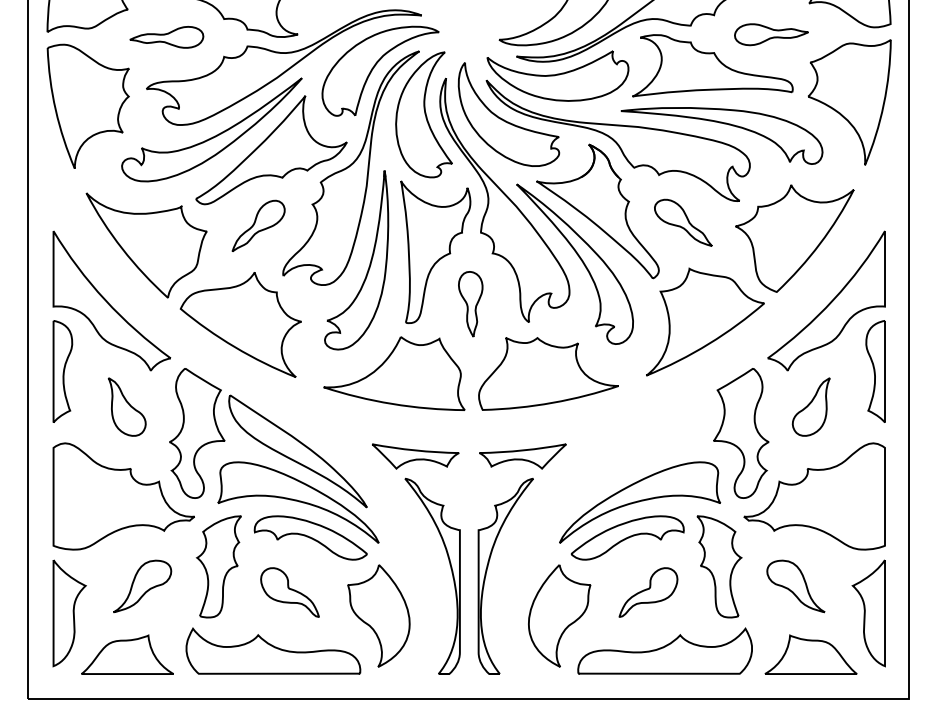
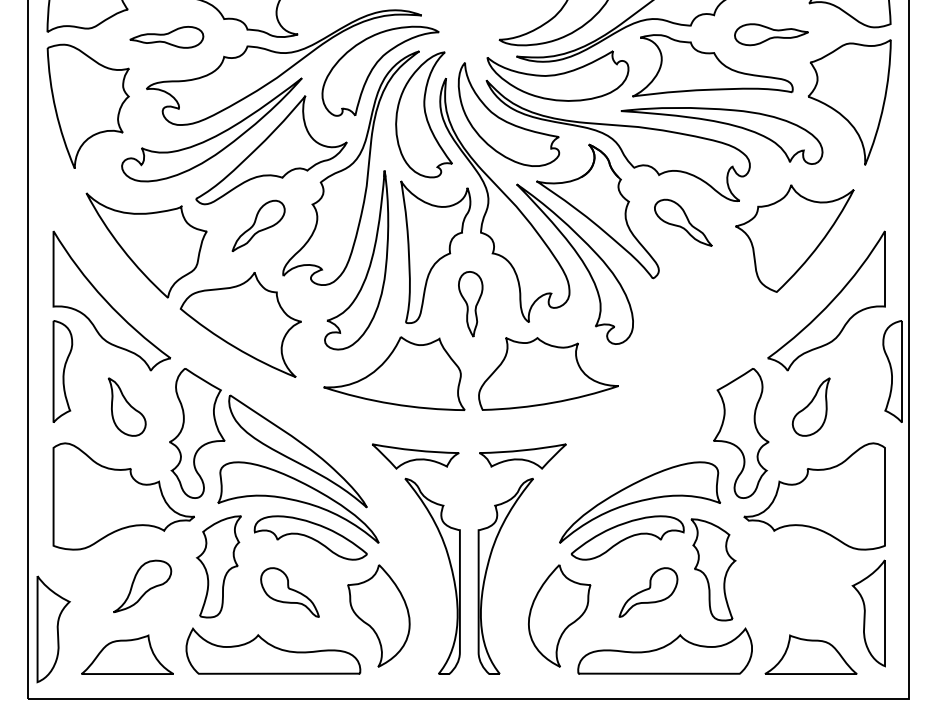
part at (705, 321): present -> none
part at (875, 371) position: (875, 371) -> (892, 371)
part at (719, 566) position: (719, 566) -> (713, 569)
part at (795, 586): present -> none
part at (69, 613) position: (69, 613) -> (53, 629)
